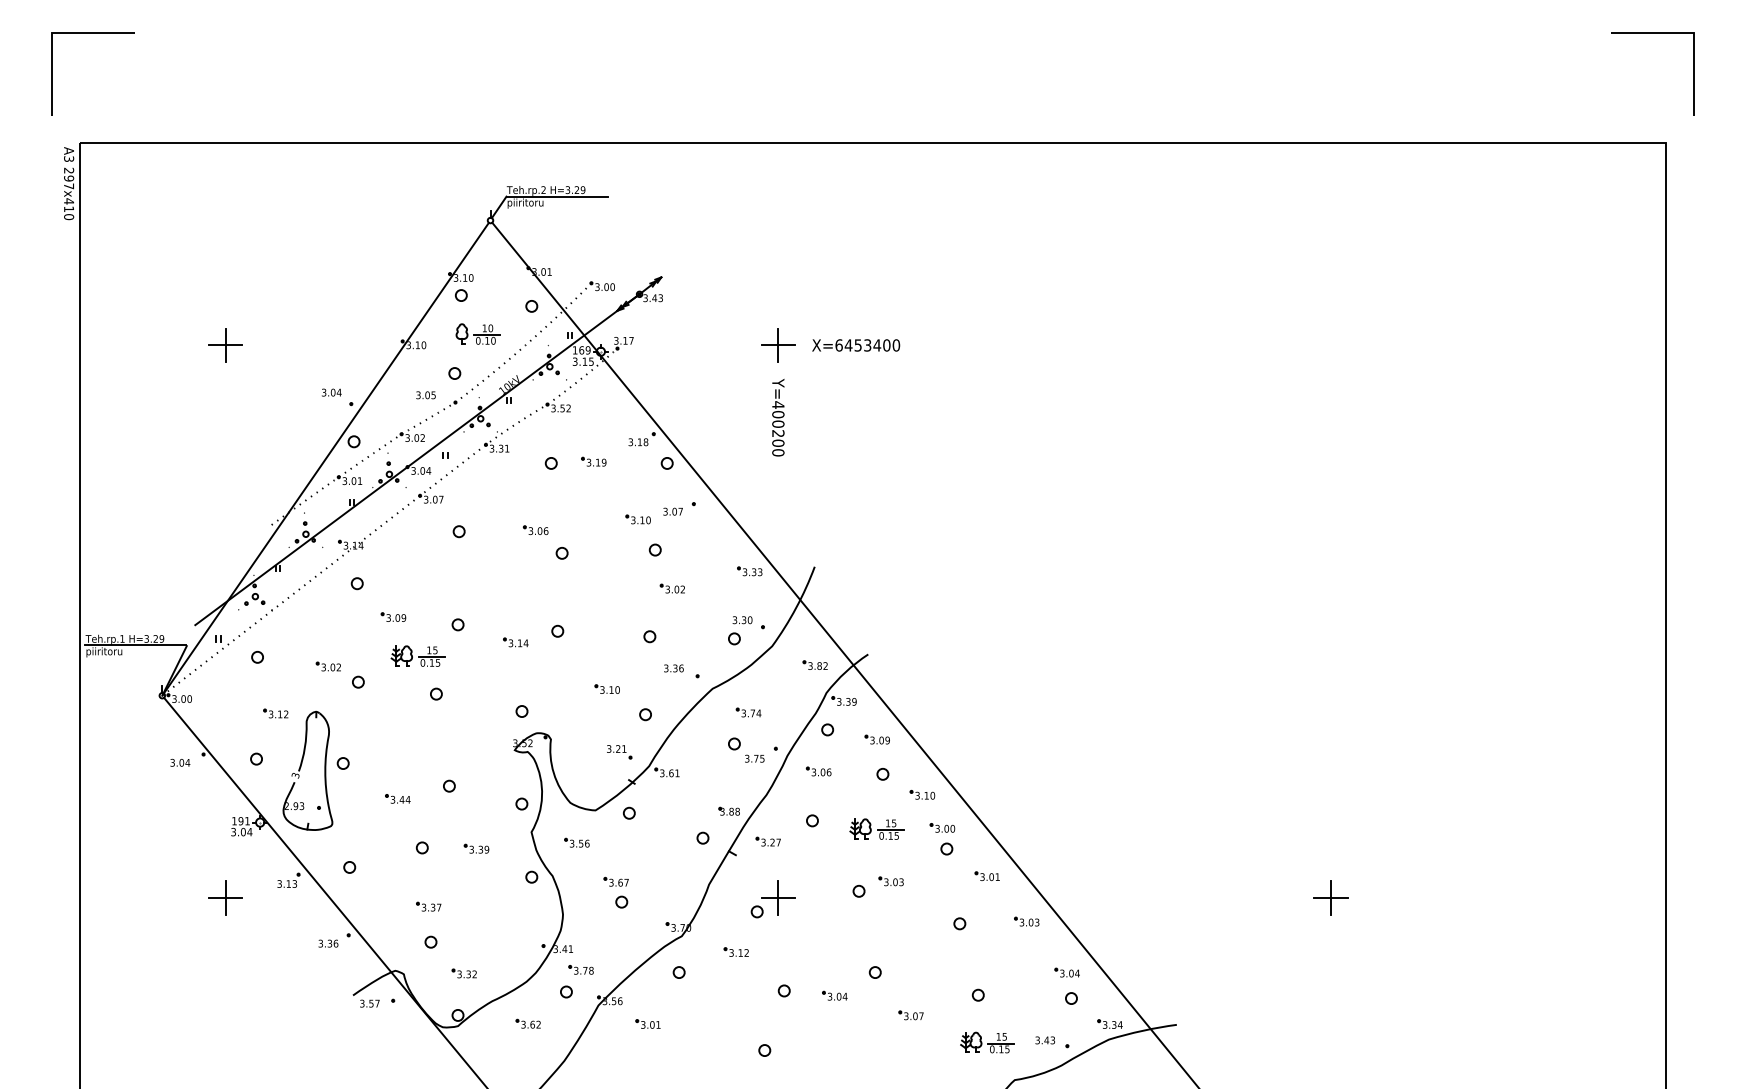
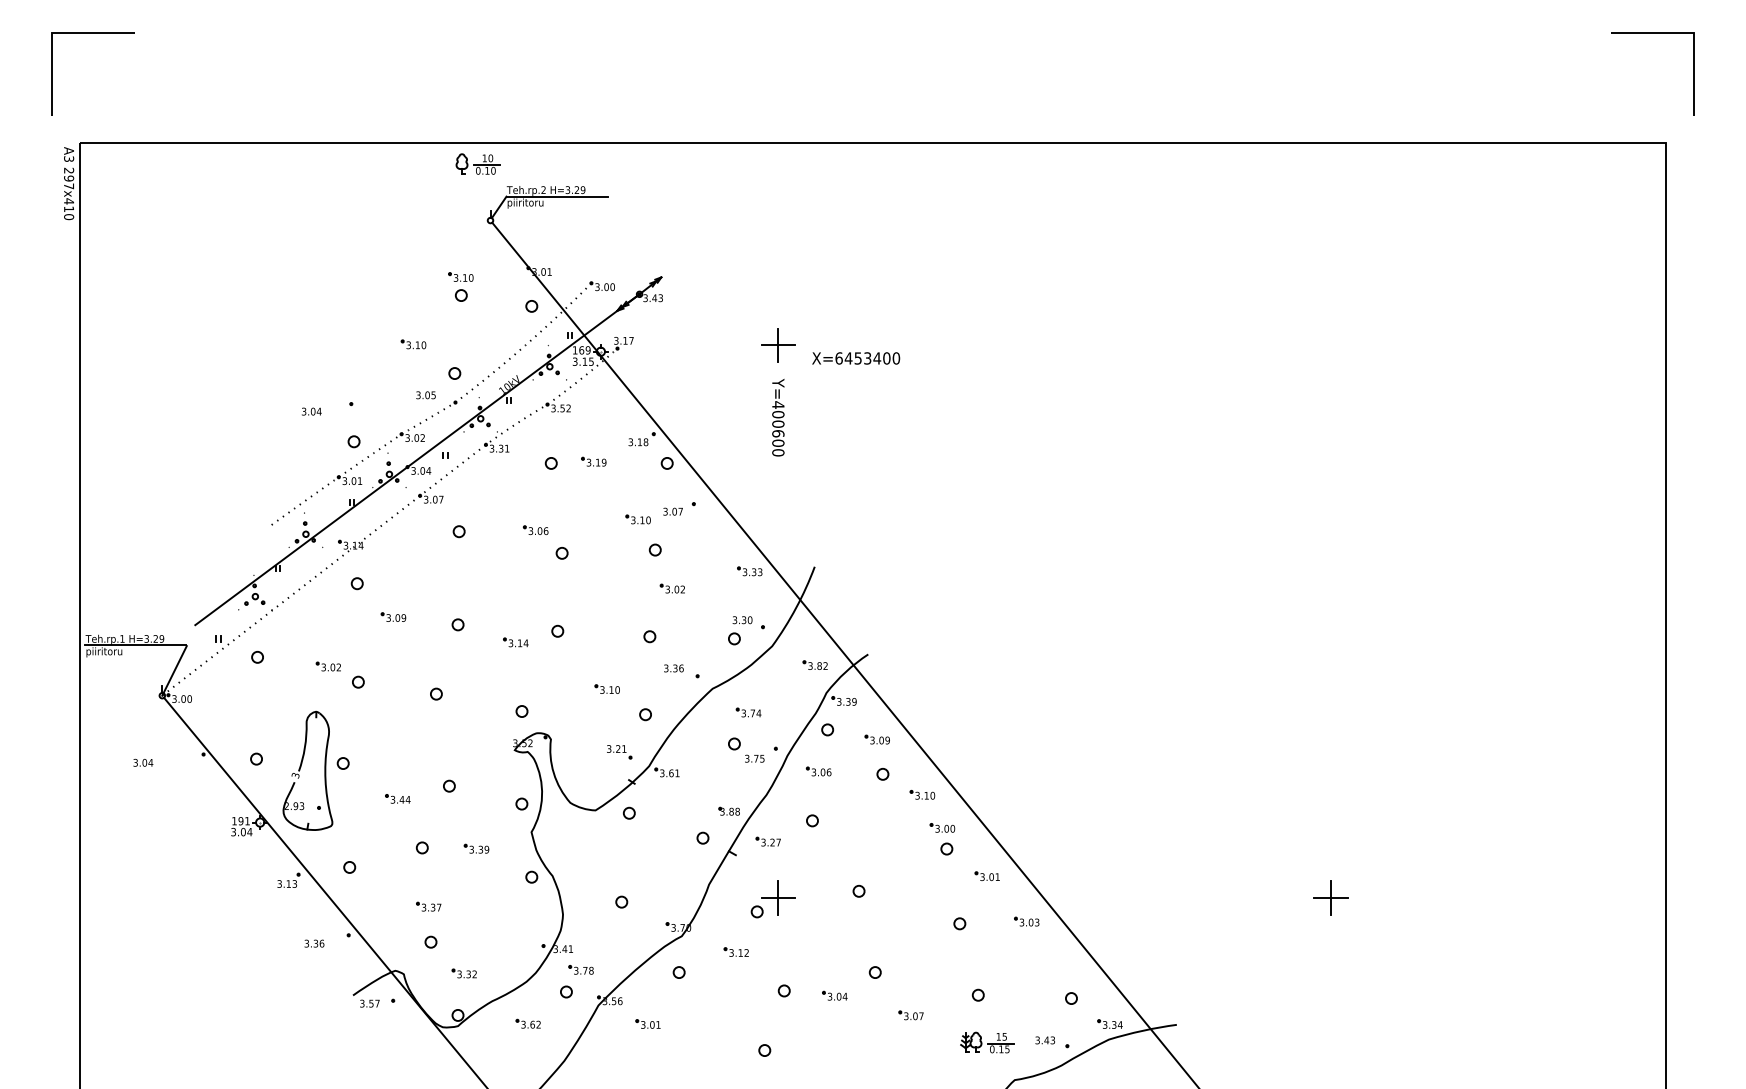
part at (477, 333) position: (477, 333) -> (477, 163)
part at (225, 345): present -> none
text at (856, 345) position: (856, 345) -> (856, 358)
text at (331, 392) position: (331, 392) -> (311, 411)
text at (778, 433): Y=400200 -> Y=400600
line at (325, 457): present -> none
part at (417, 655): present -> none
part at (275, 713): present -> none
text at (180, 762) position: (180, 762) -> (143, 762)
part at (876, 828): present -> none
part at (576, 842): present -> none
part at (615, 881): present -> none
part at (890, 881): present -> none
part at (225, 897): present -> none
text at (328, 943) position: (328, 943) -> (314, 943)
part at (1066, 972): present -> none
